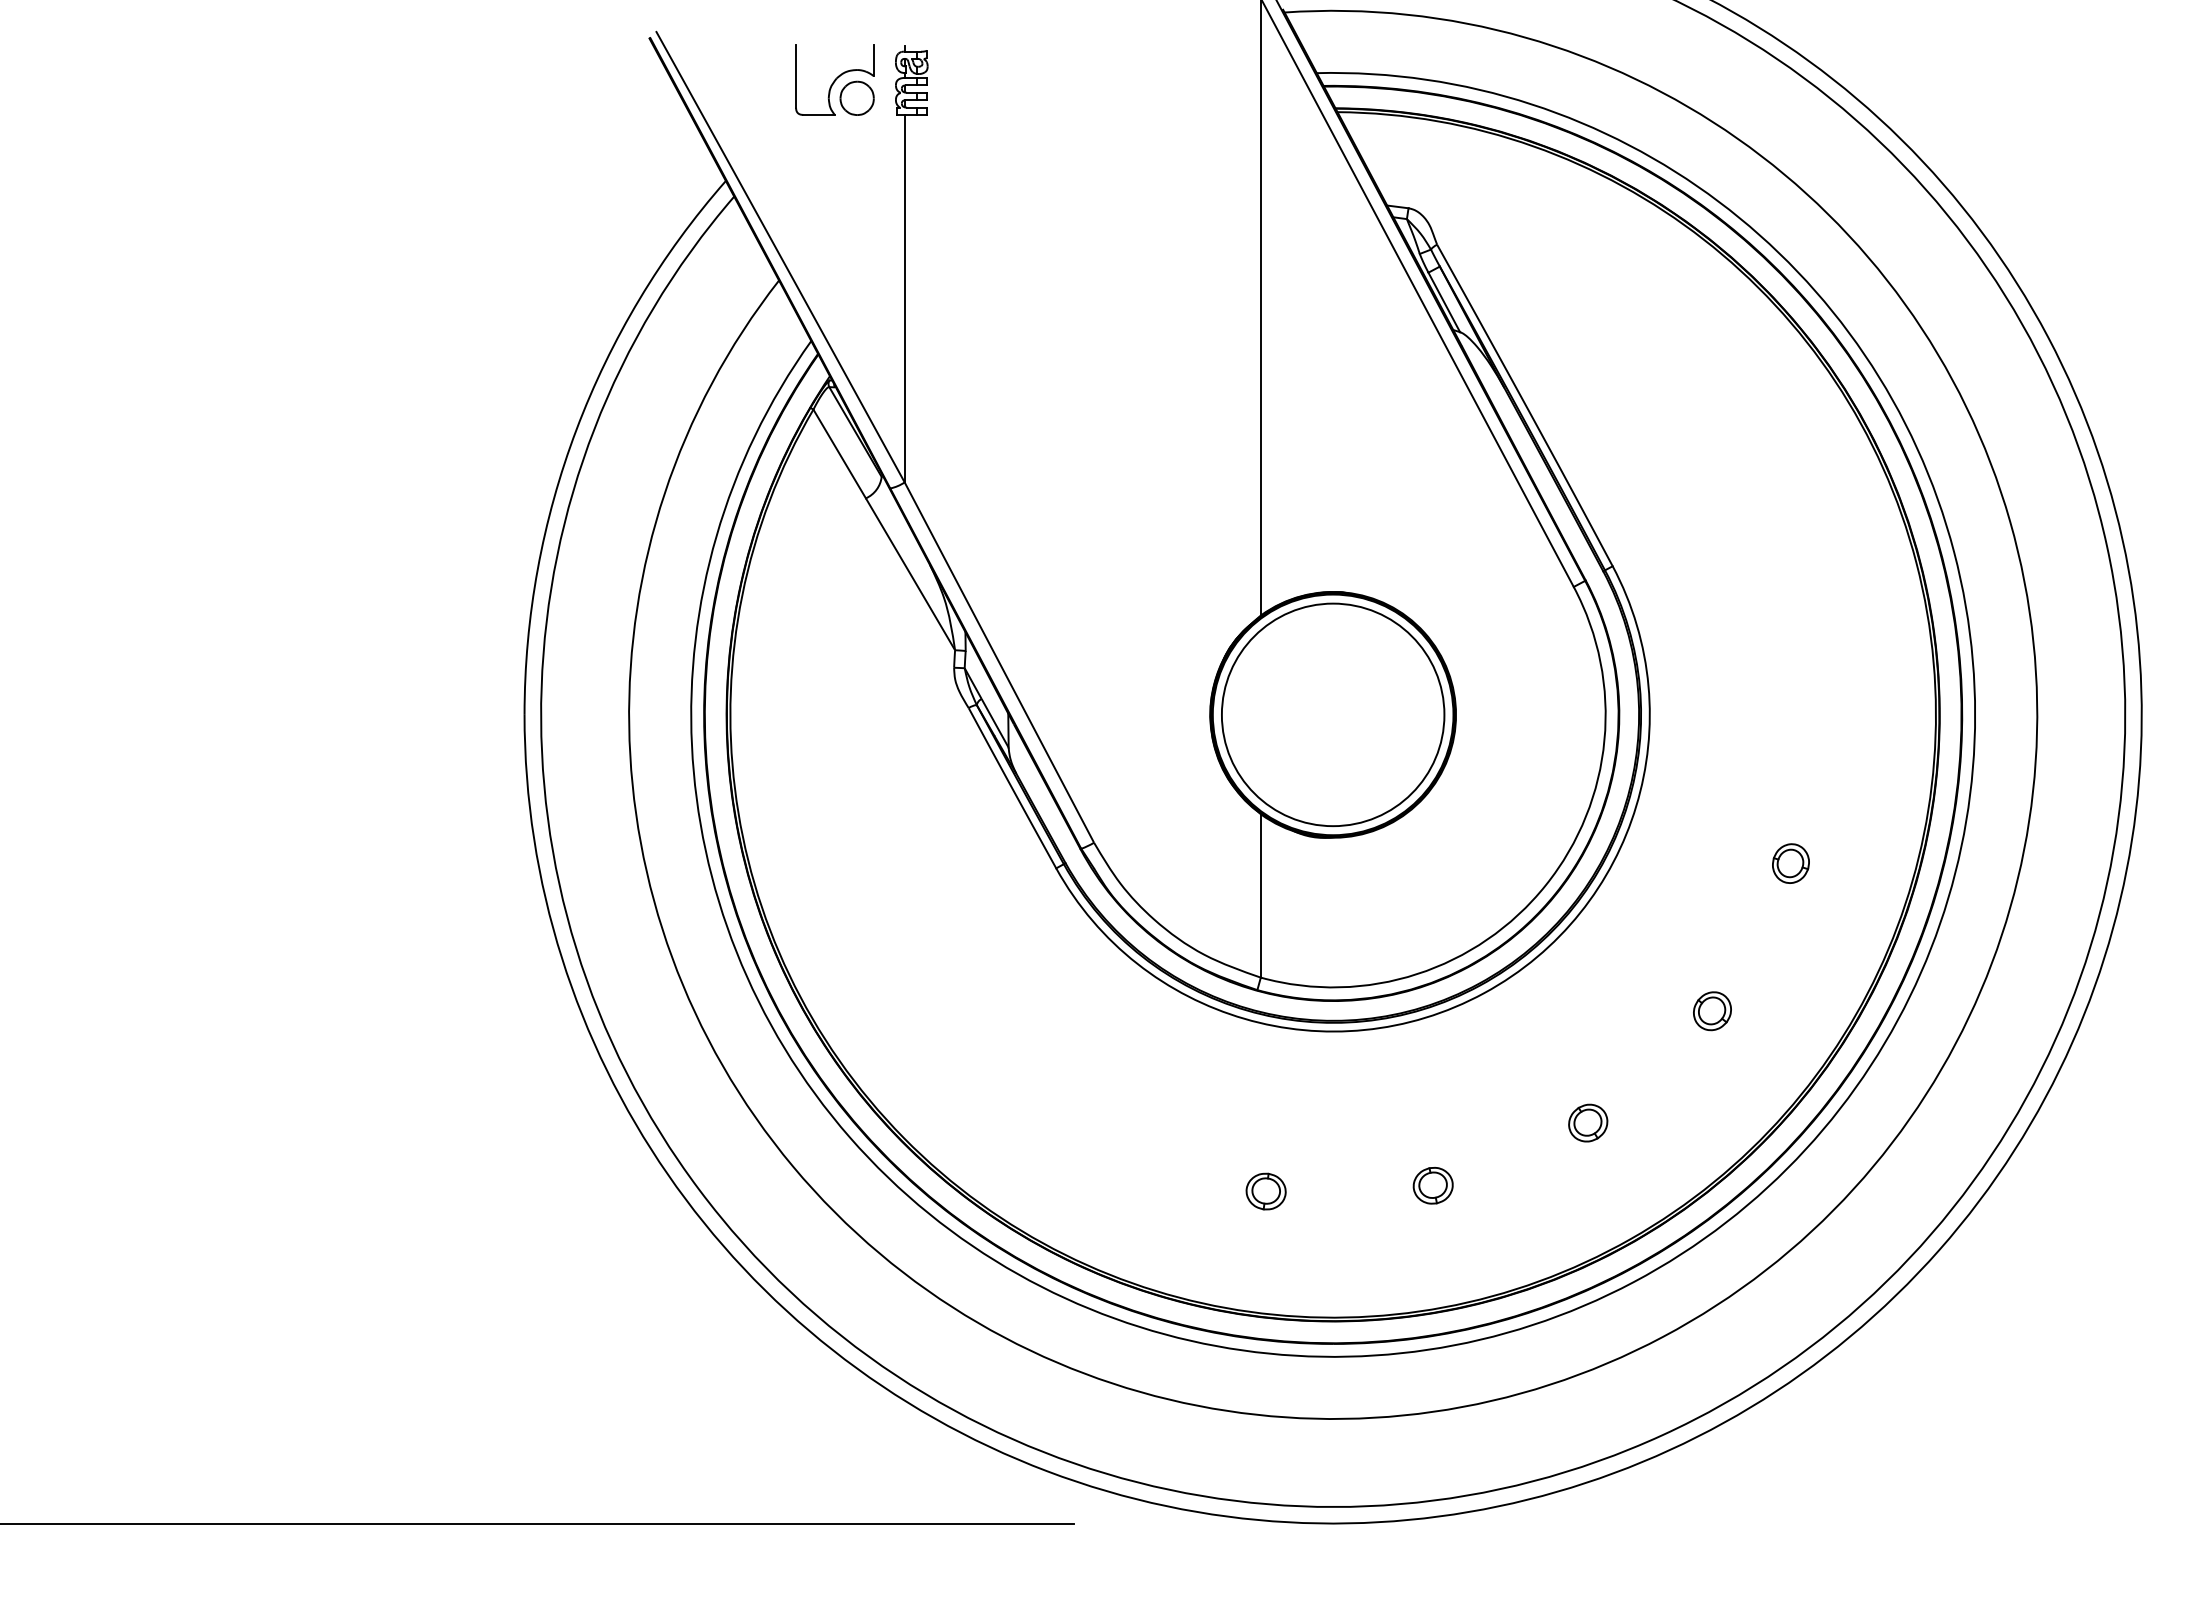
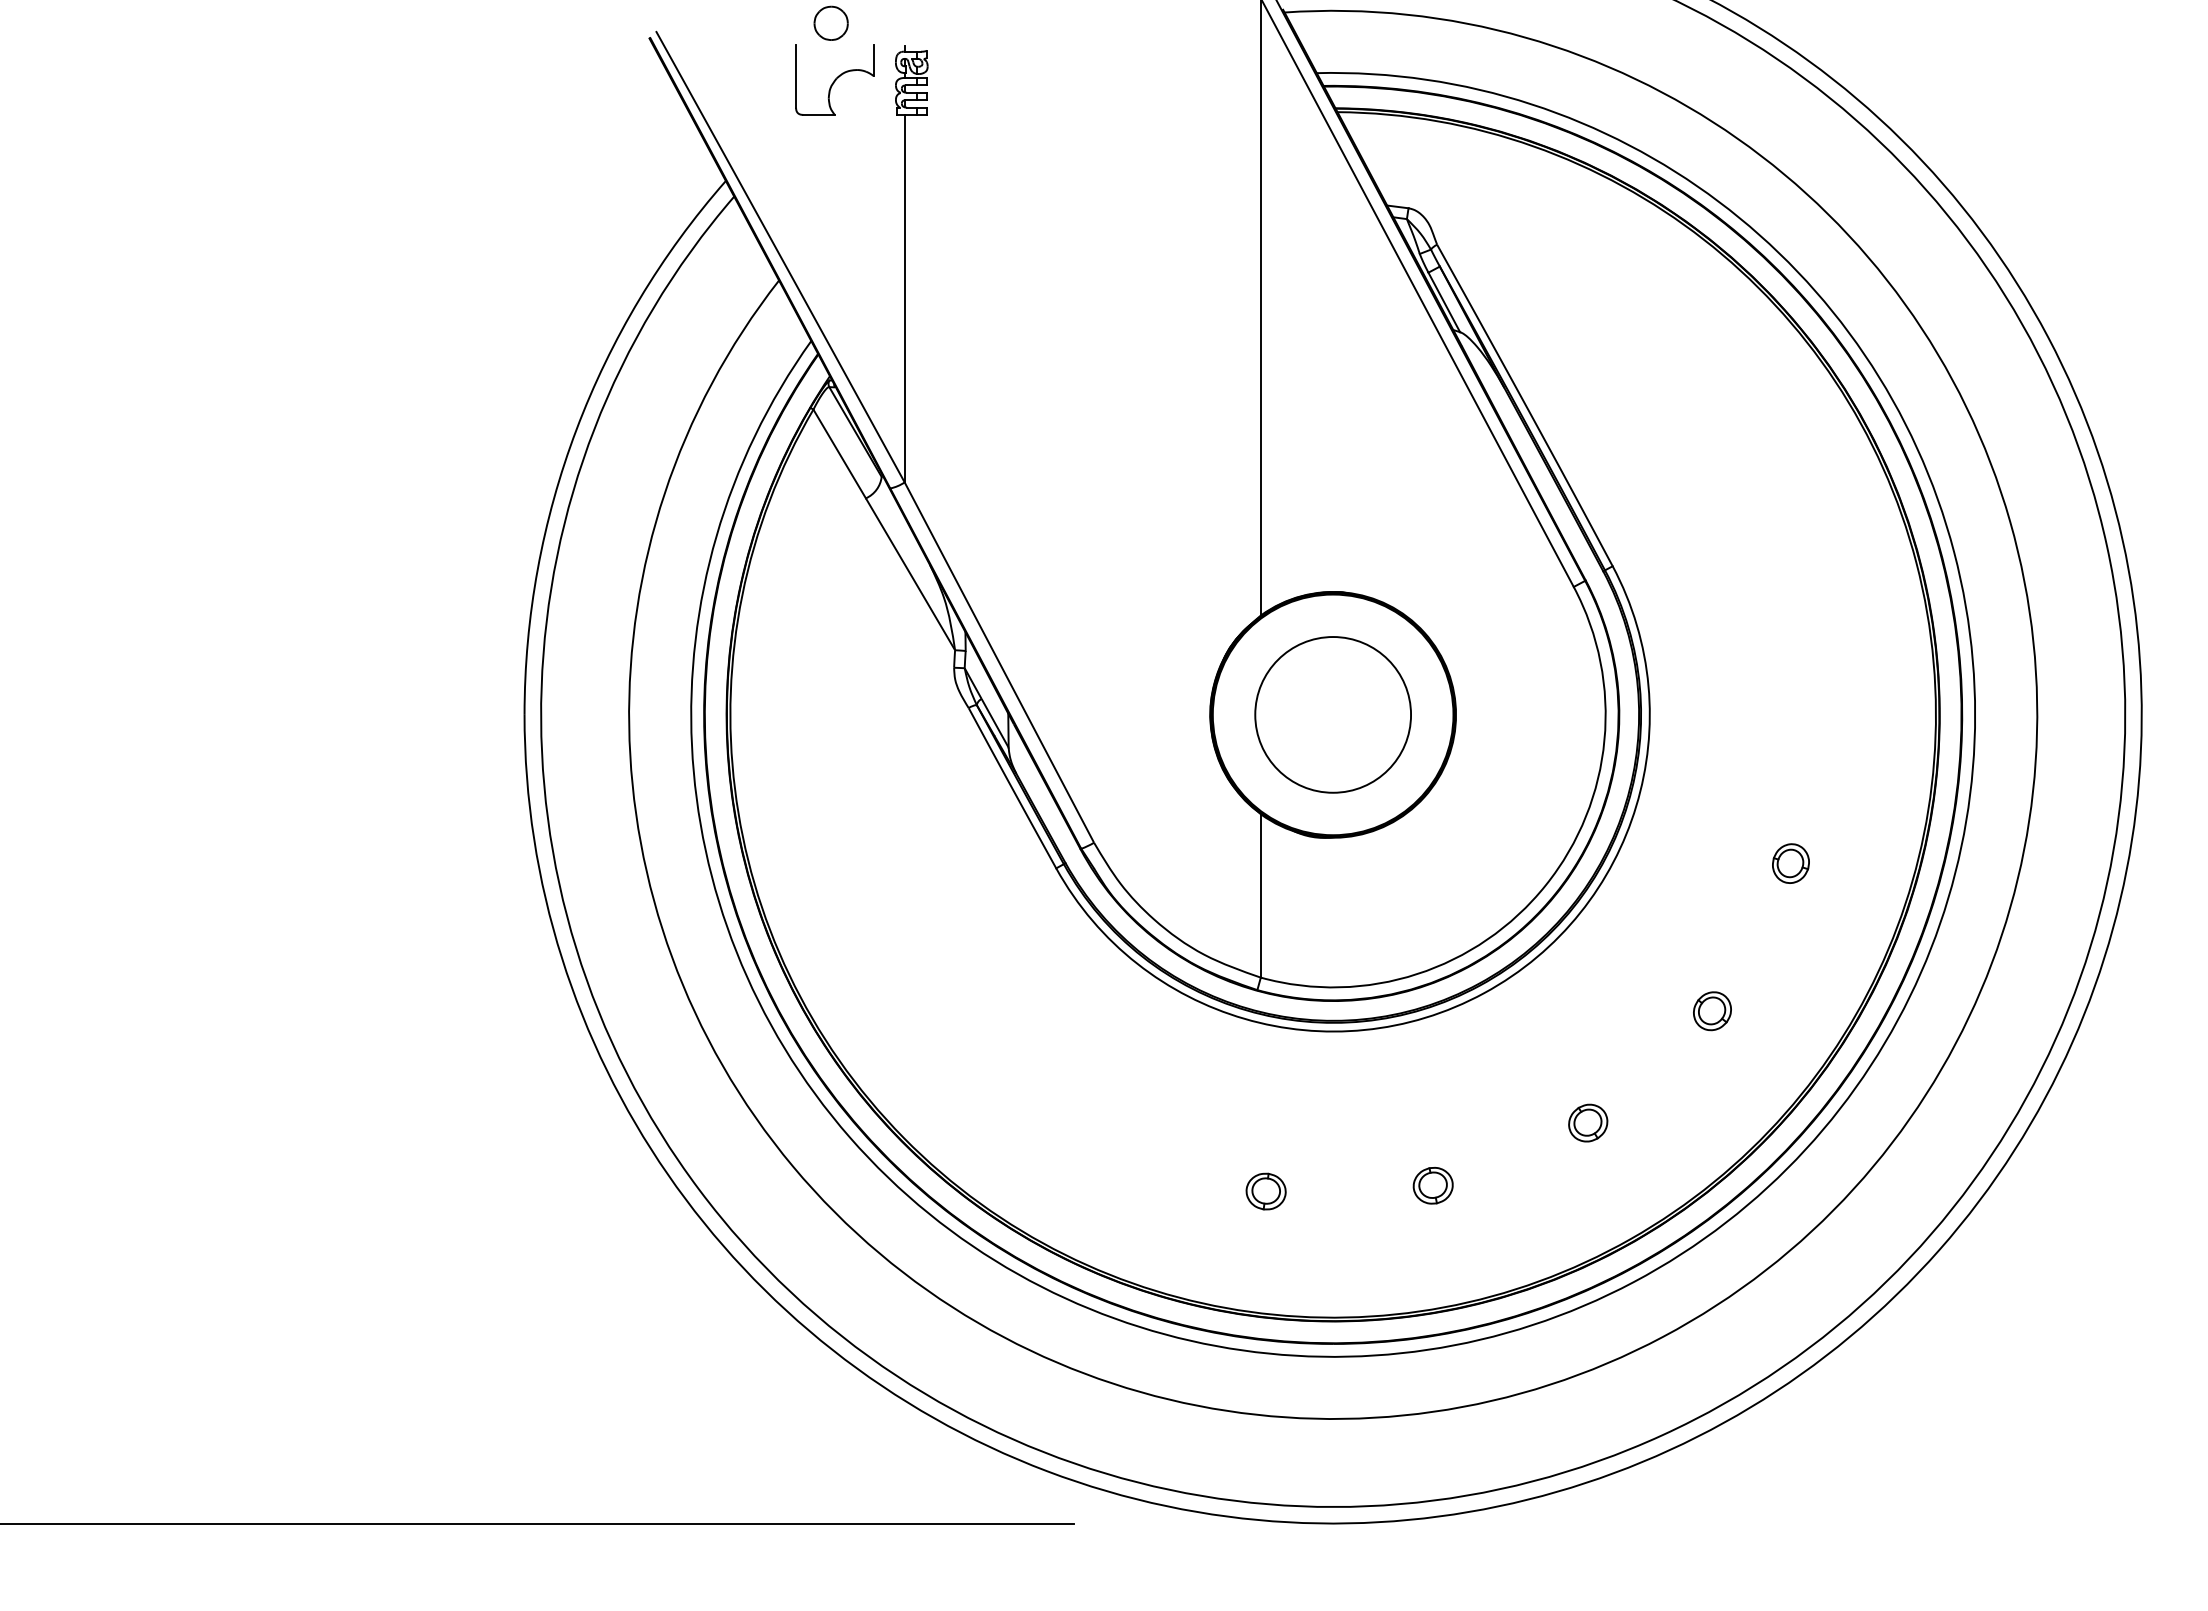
part at (856, 97) position: (856, 97) -> (830, 22)
circle at (1332, 714) diameter: 223 px -> 156 px
